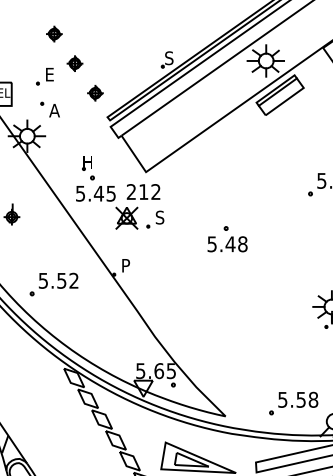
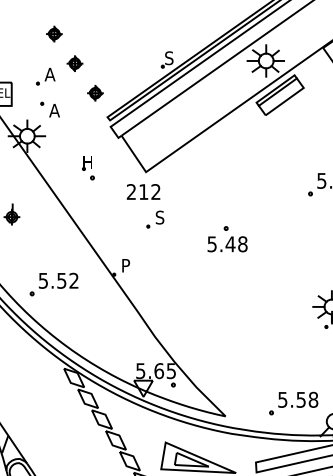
text at (49, 74): E -> A
part at (107, 207): present -> none
